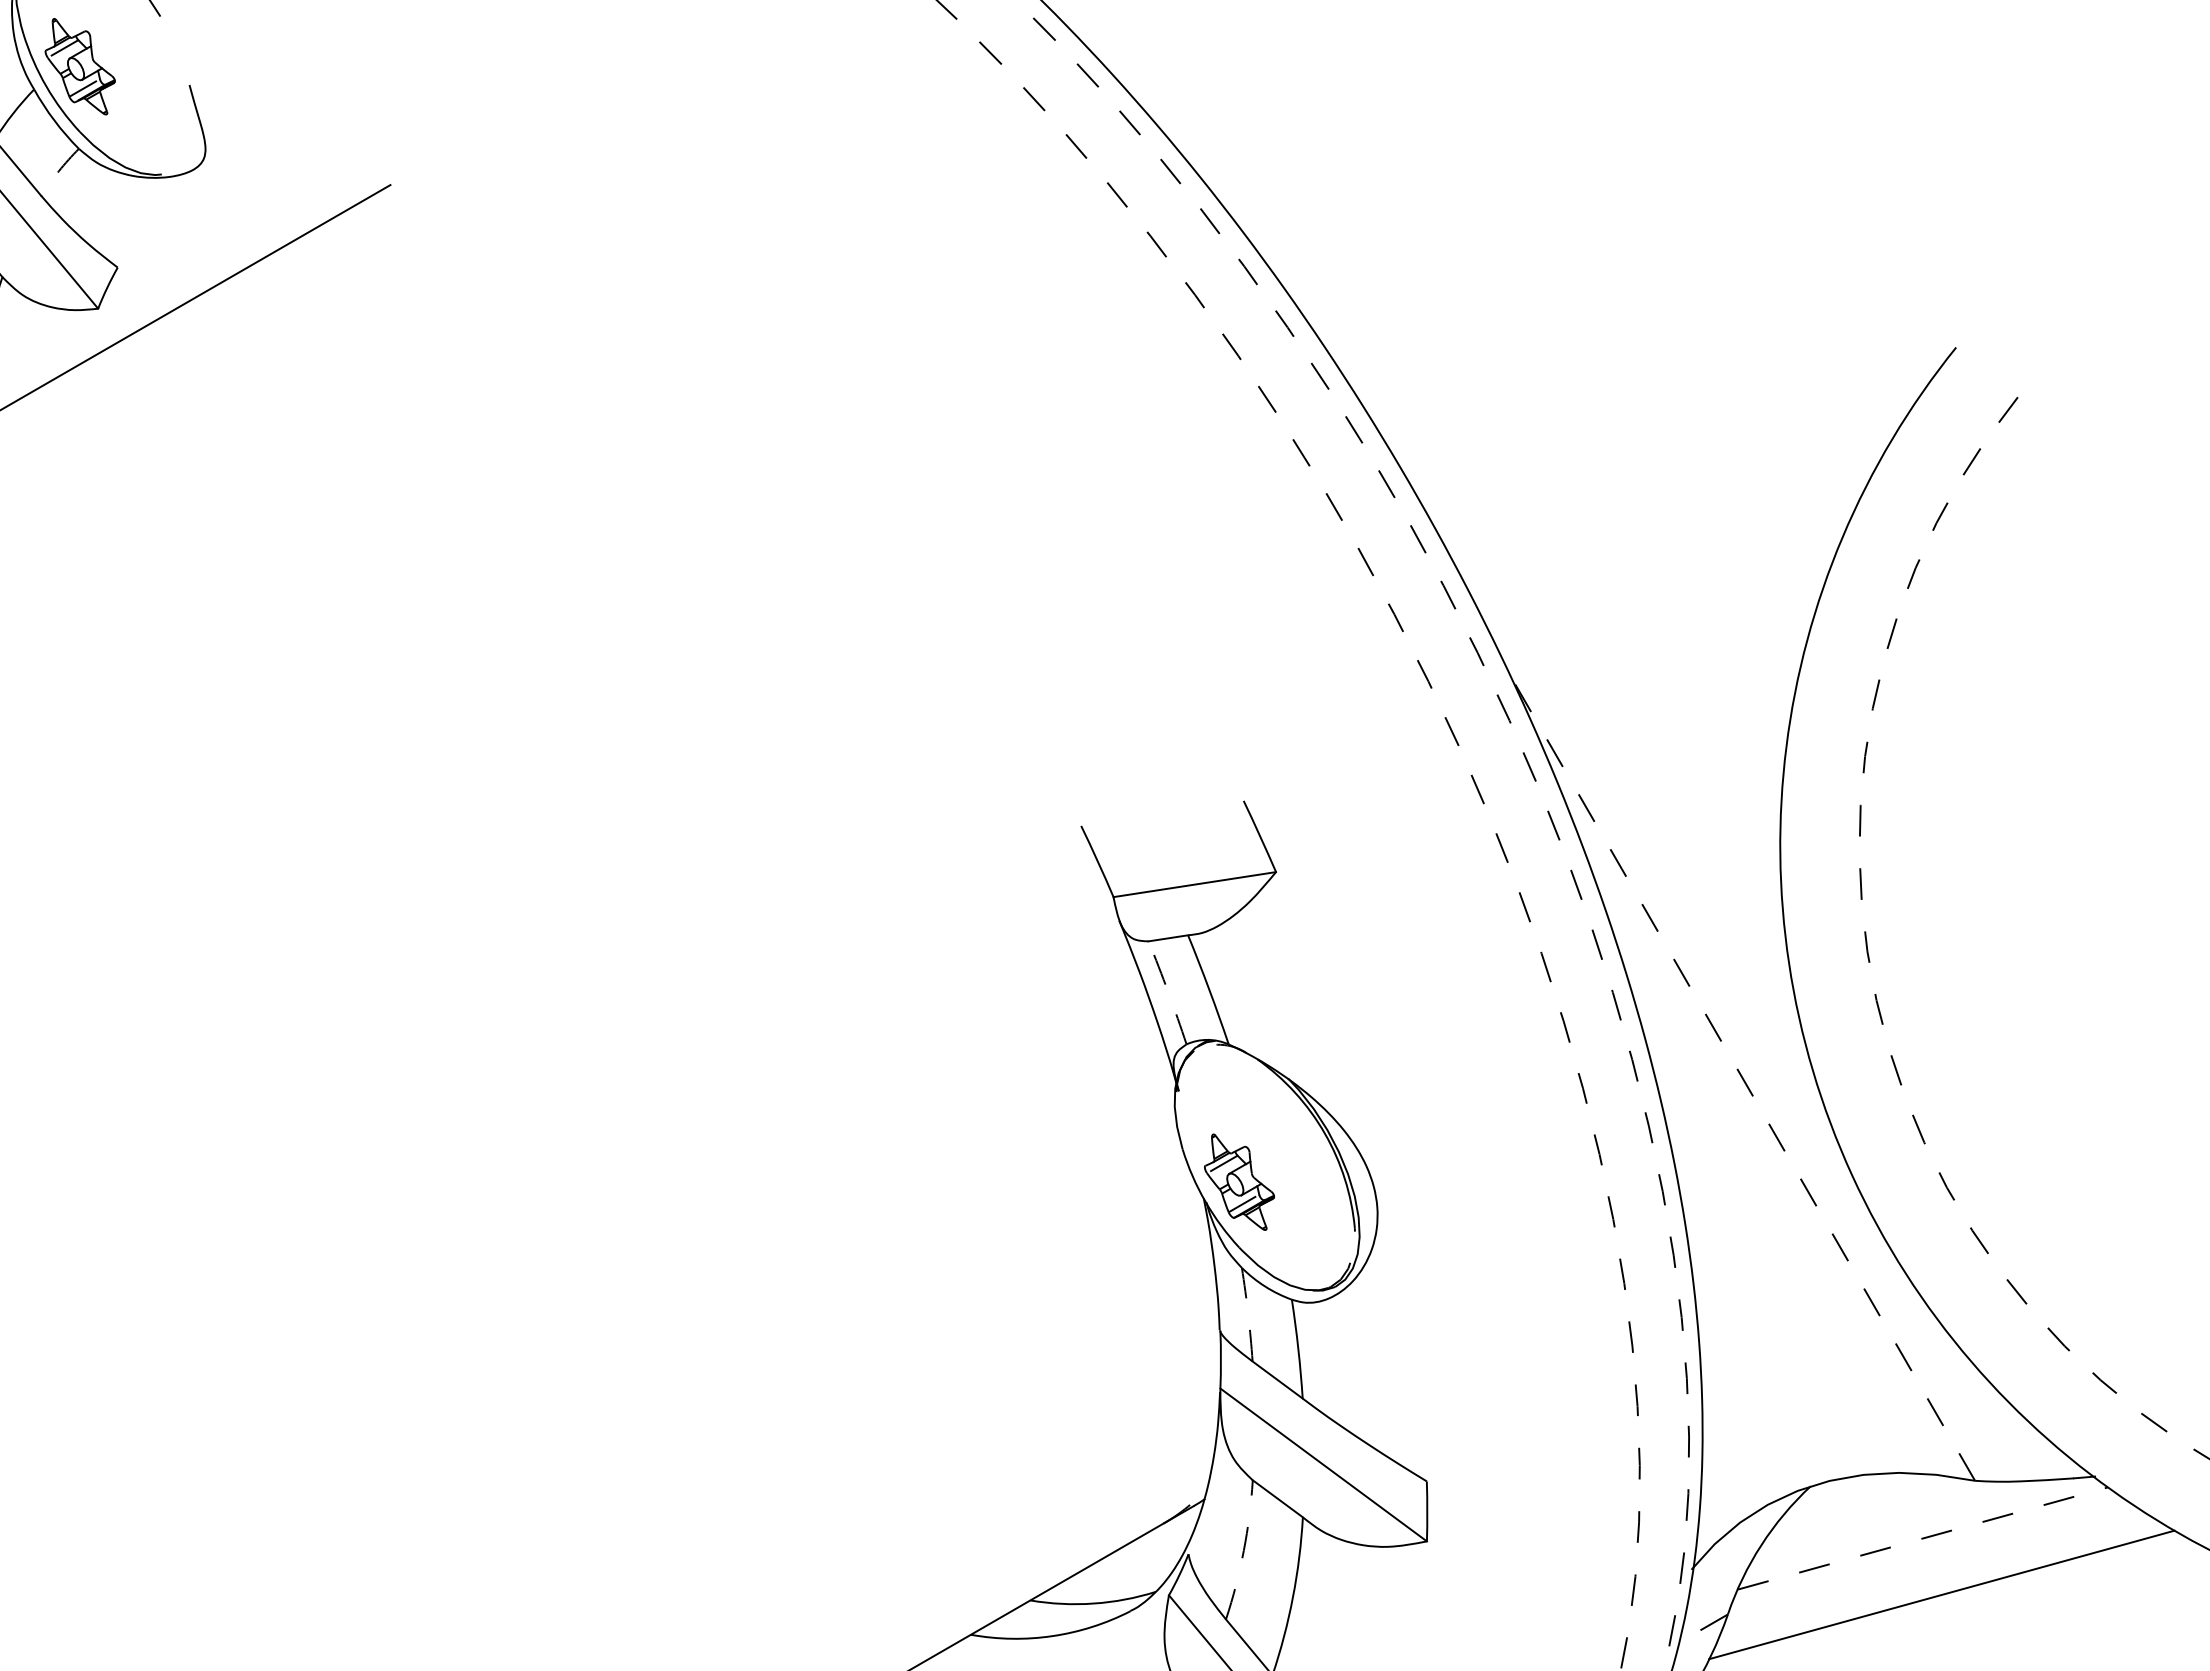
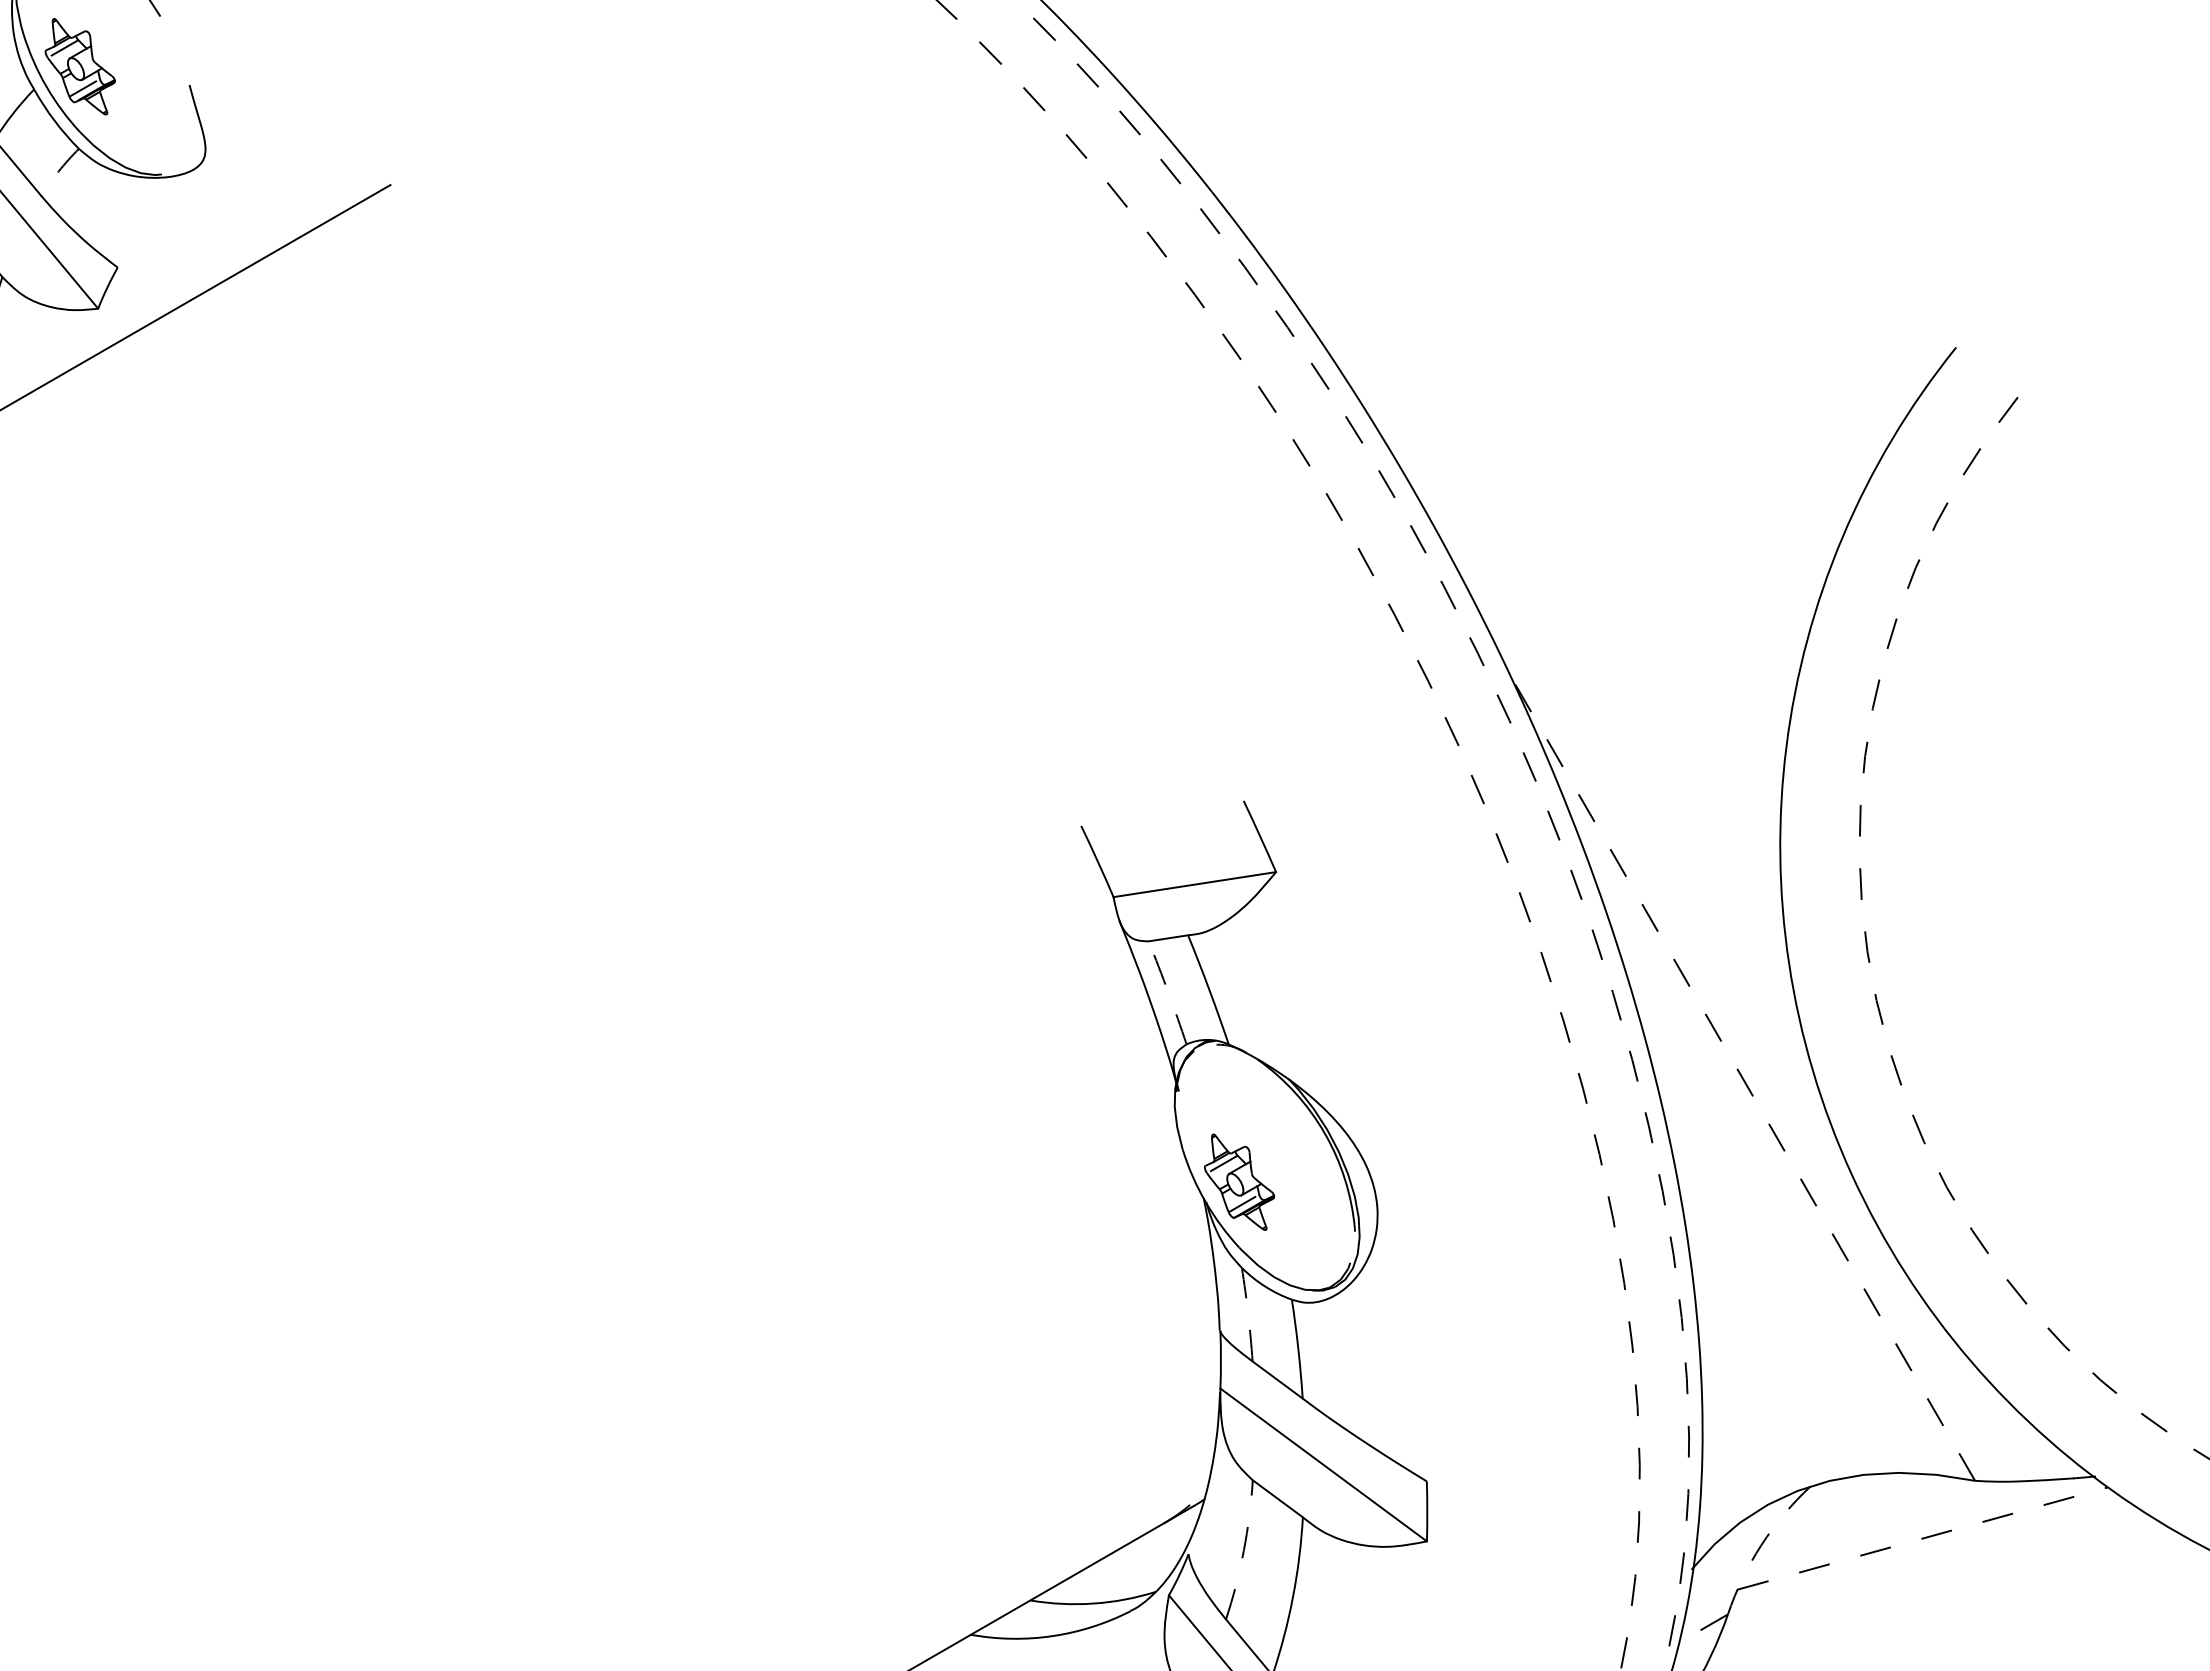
arc at (1761, 1545): solid -> dashed
line at (1941, 1594): present -> none
